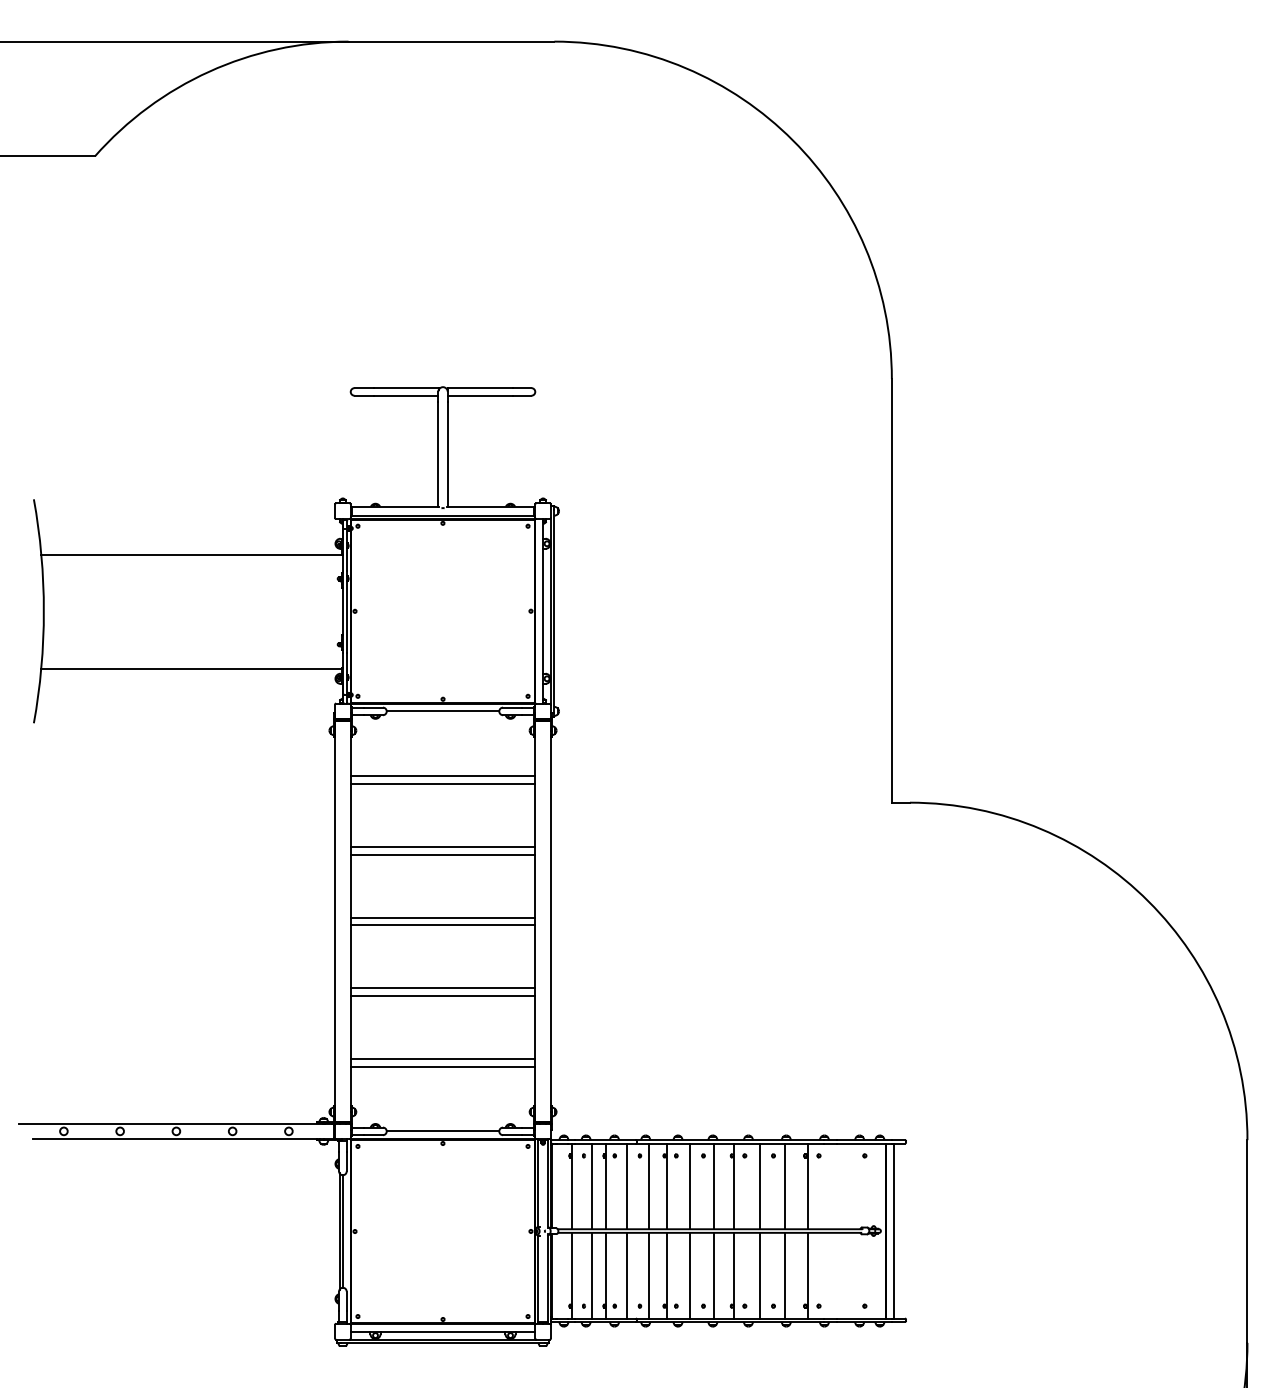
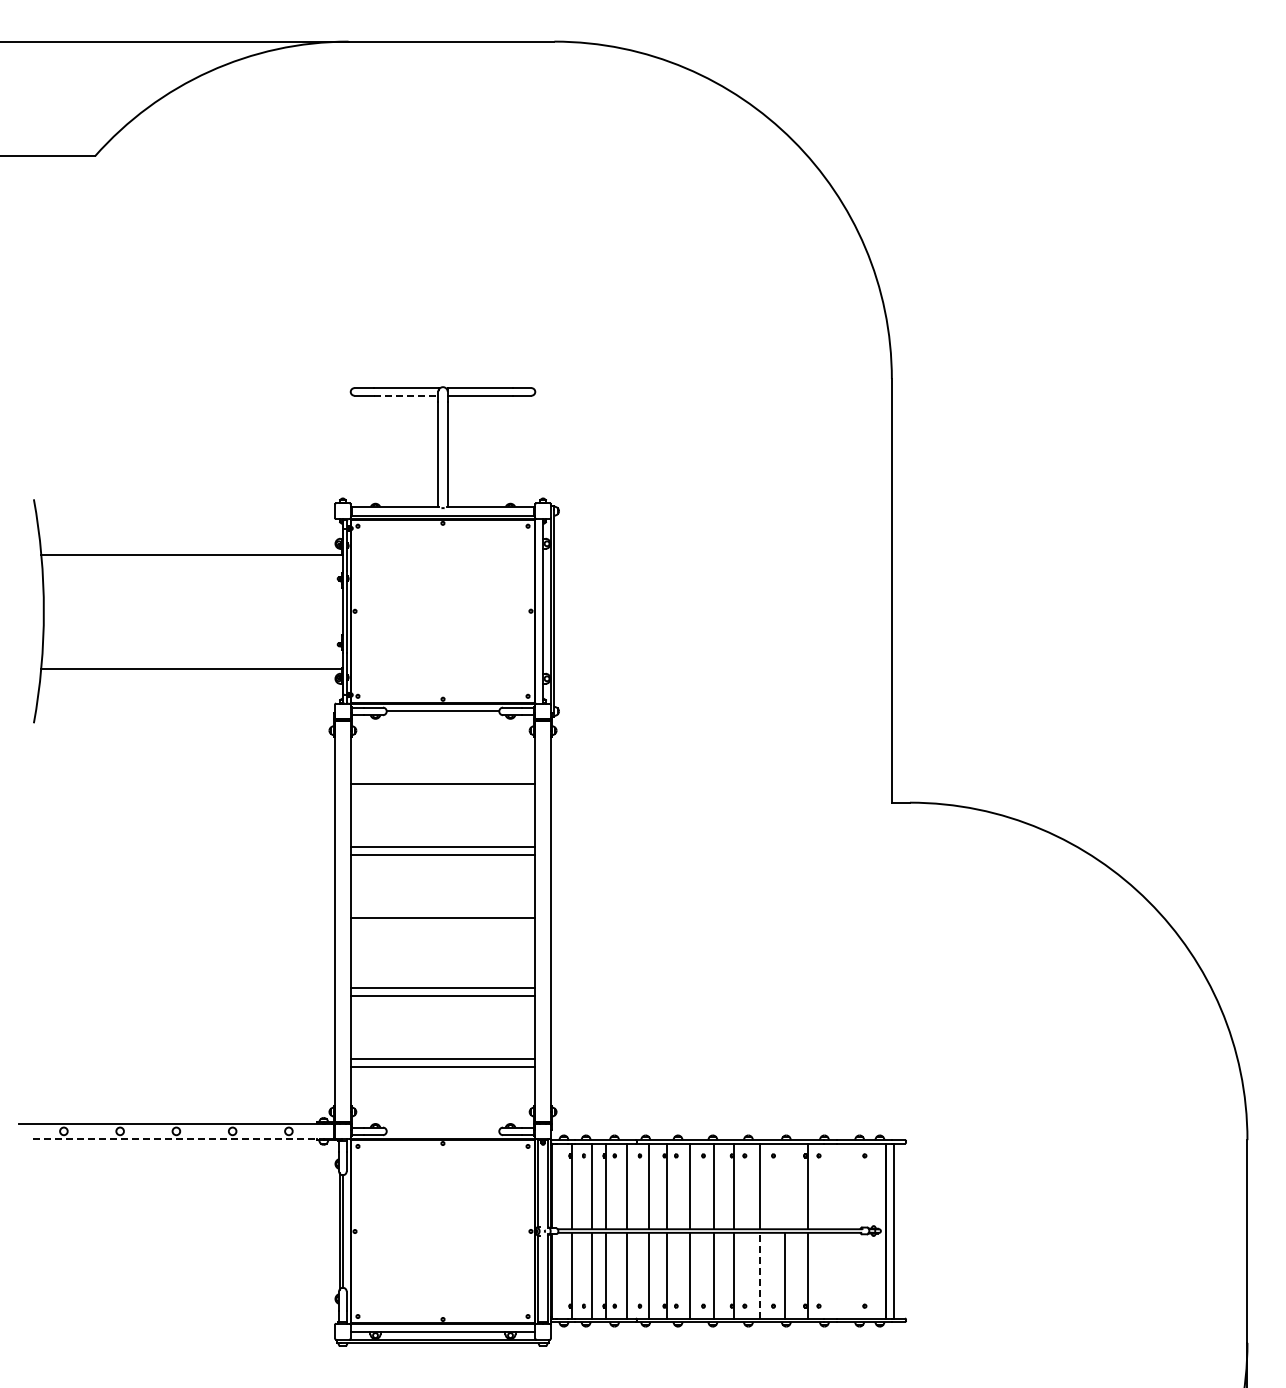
line at (406, 395): solid -> dashed
line at (442, 776): present -> none
line at (442, 925): present -> none
line at (442, 1131): present -> none
line at (176, 1139): solid -> dashed
line at (784, 1186): present -> none
line at (759, 1275): solid -> dashed
